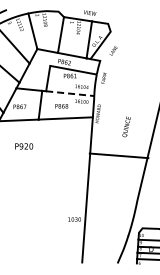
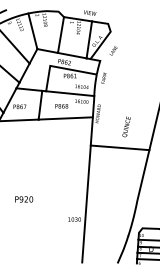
line at (70, 93): dashed -> solid
text at (24, 146) position: (24, 146) -> (24, 199)
line at (118, 155) position: (118, 155) -> (119, 147)
